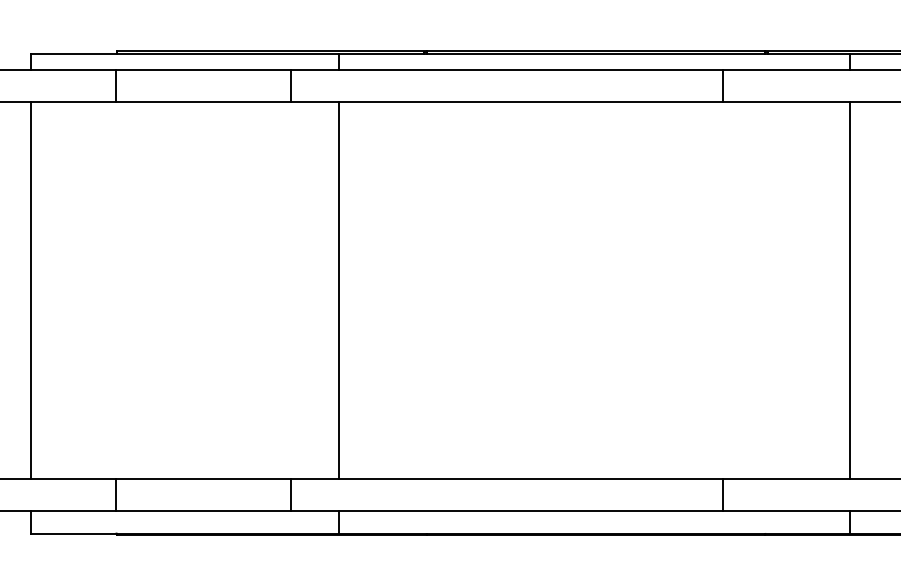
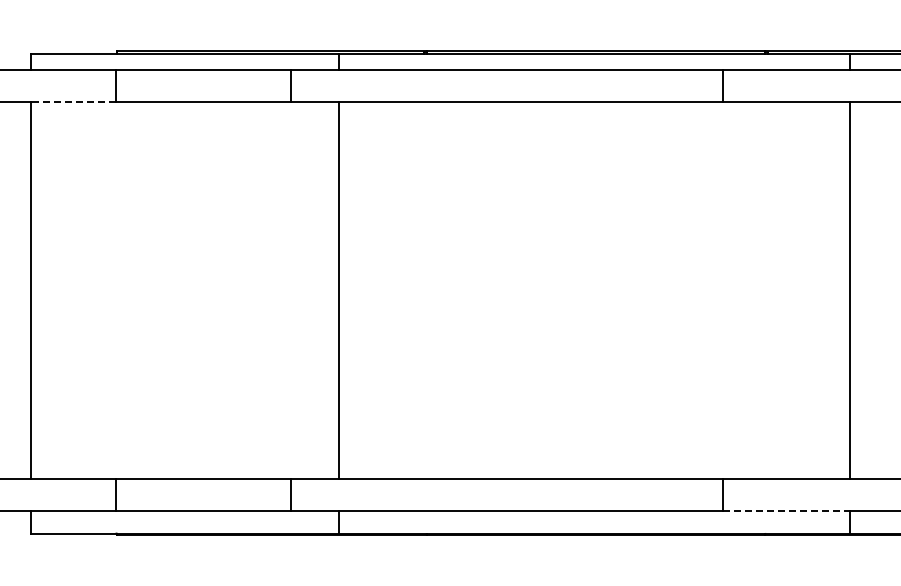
line at (72, 101): solid -> dashed
line at (786, 511): solid -> dashed
